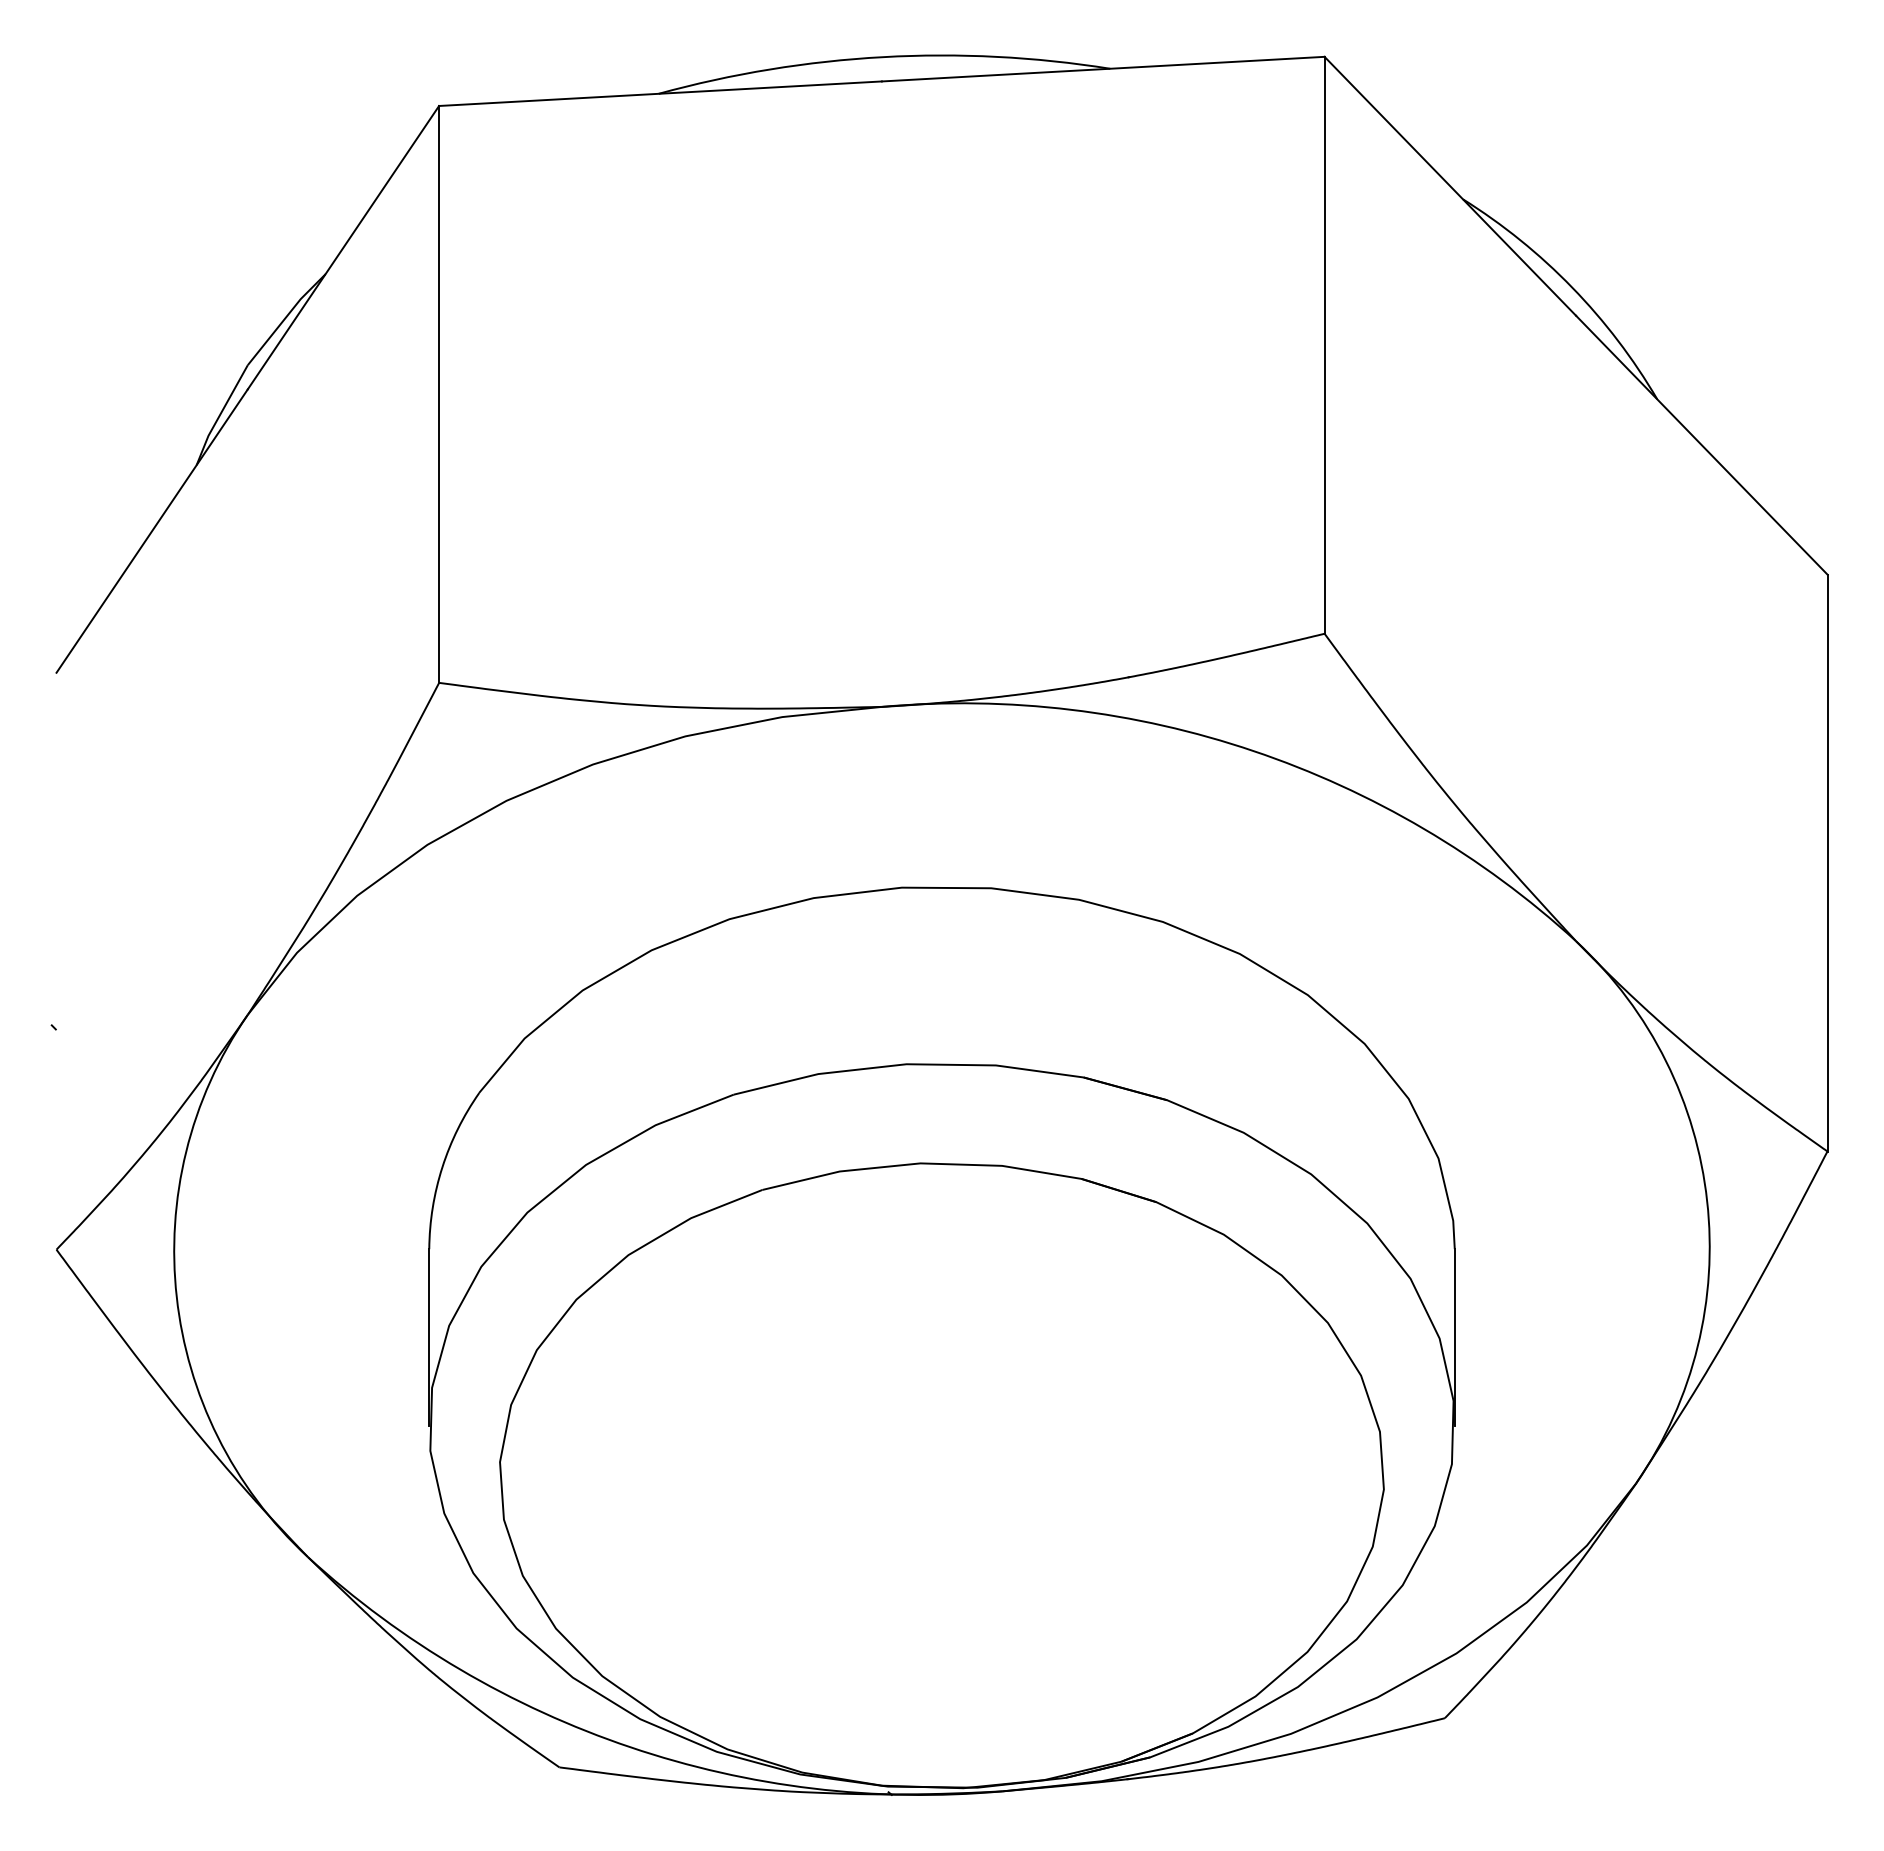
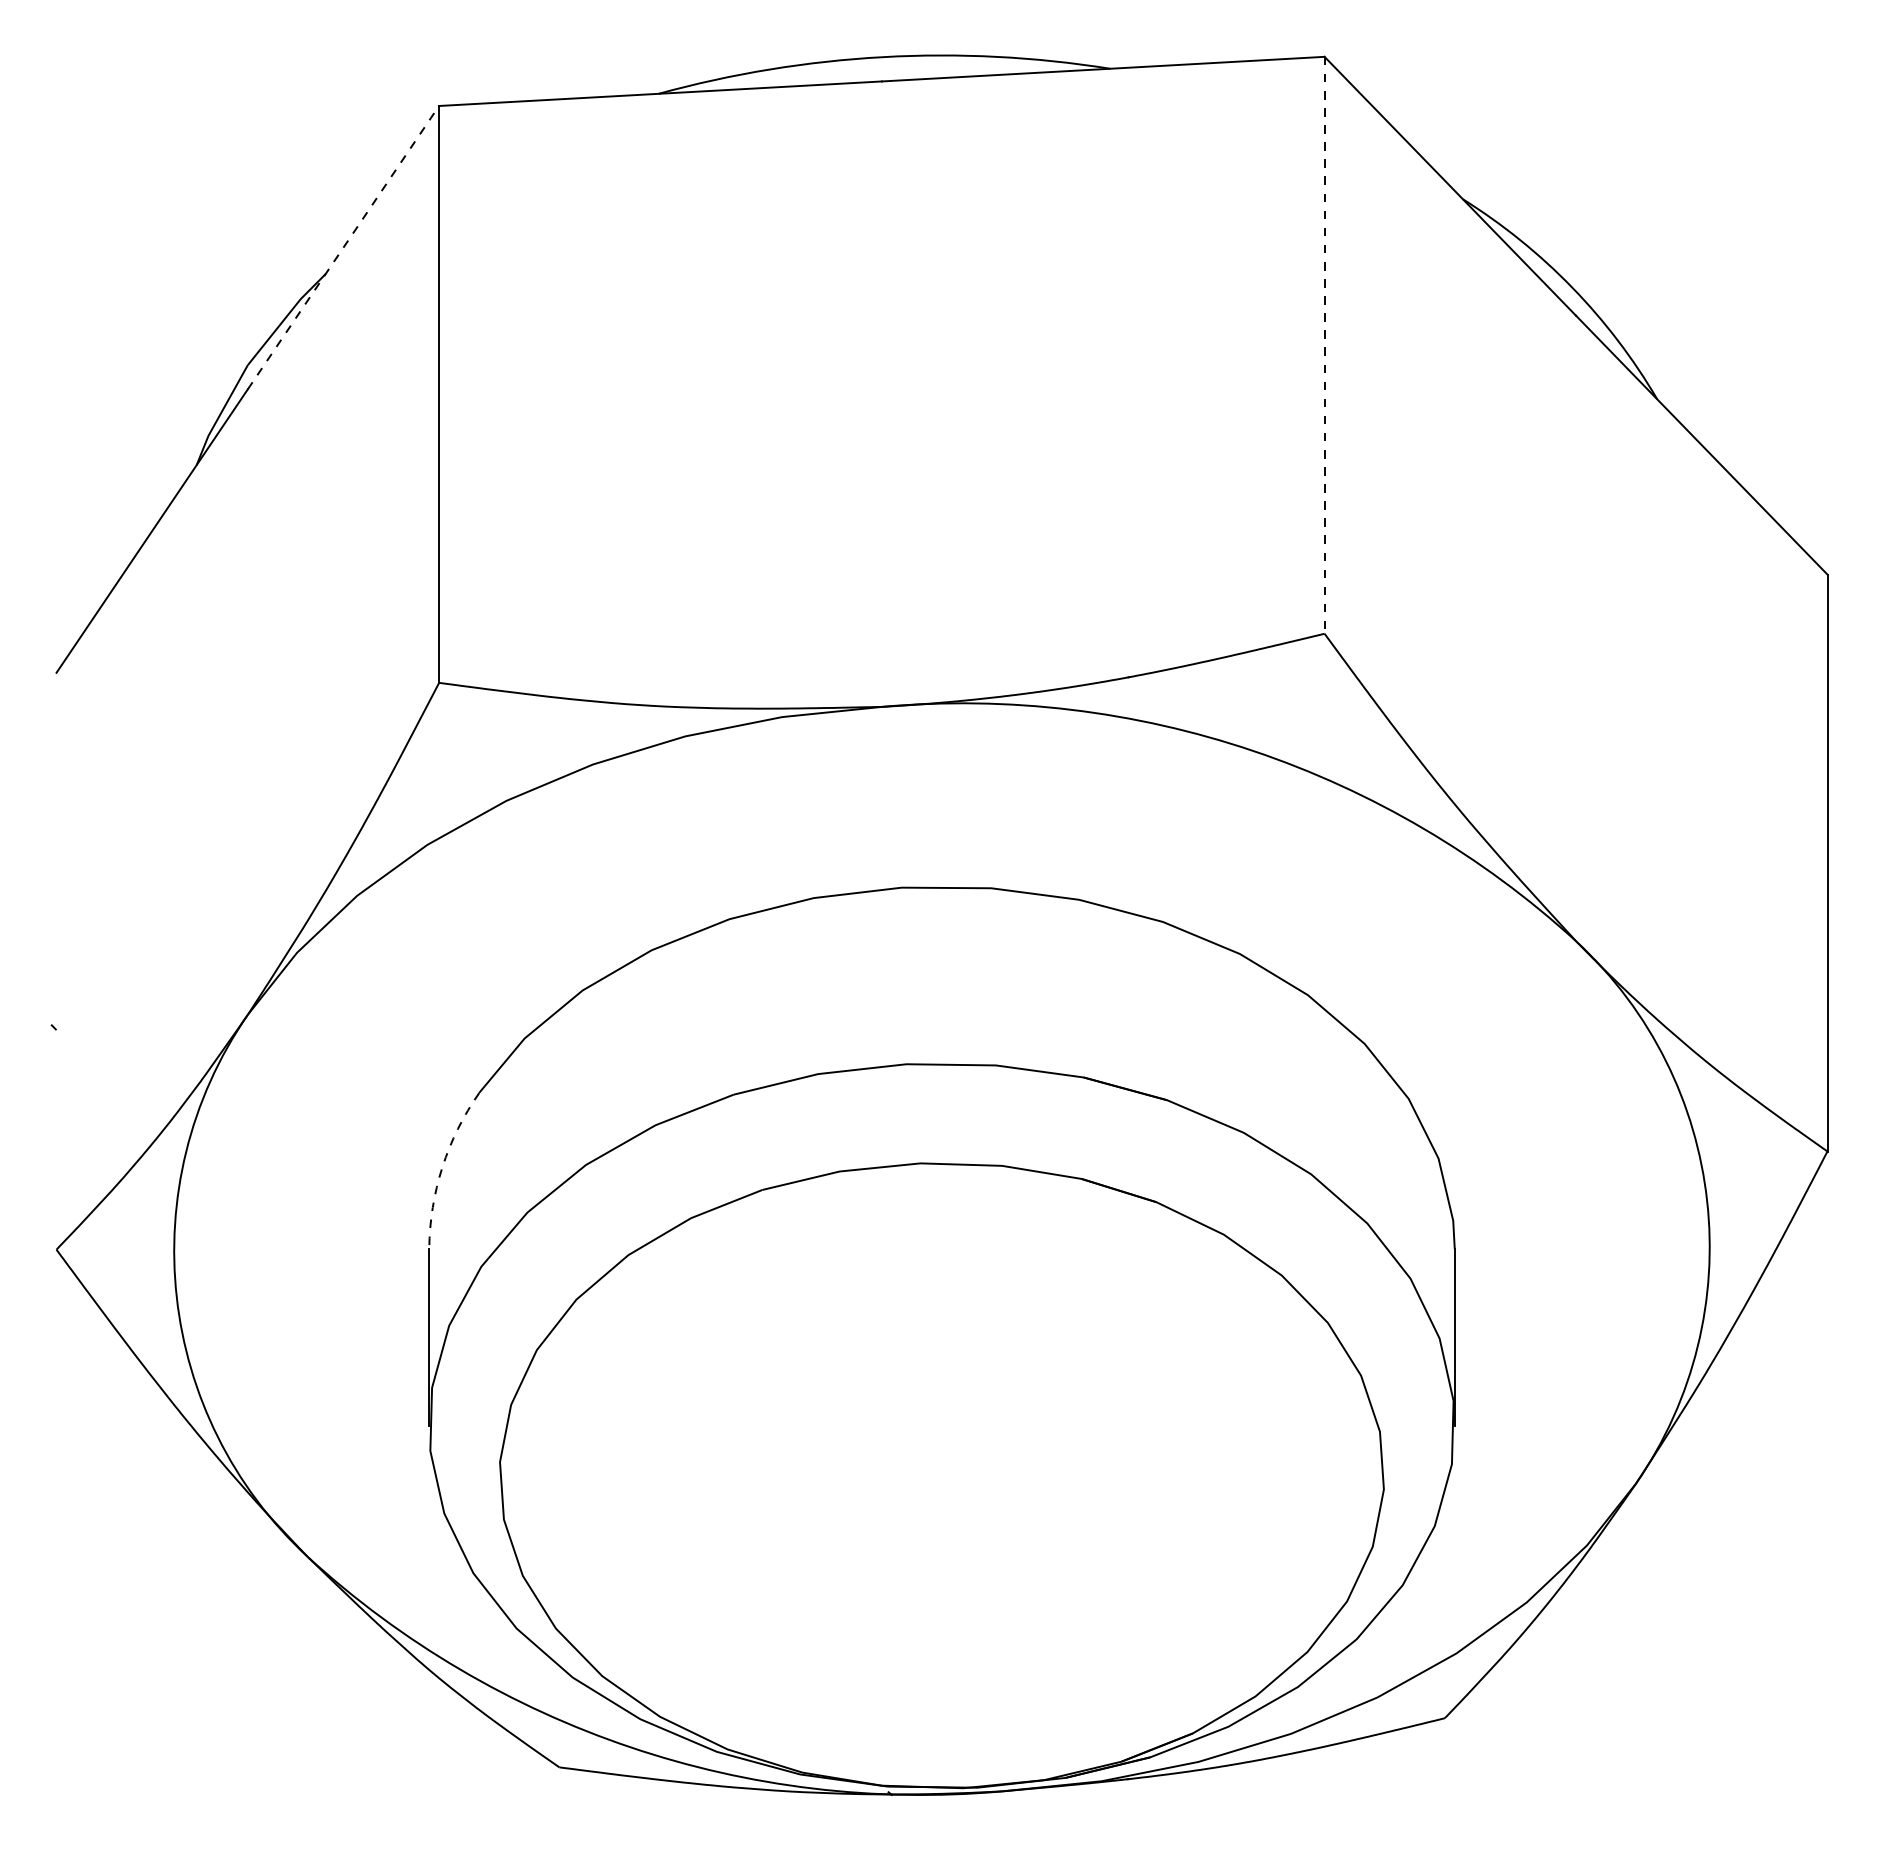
line at (343, 247): solid -> dashed
line at (1324, 345): solid -> dashed
arc at (442, 1167): solid -> dashed
